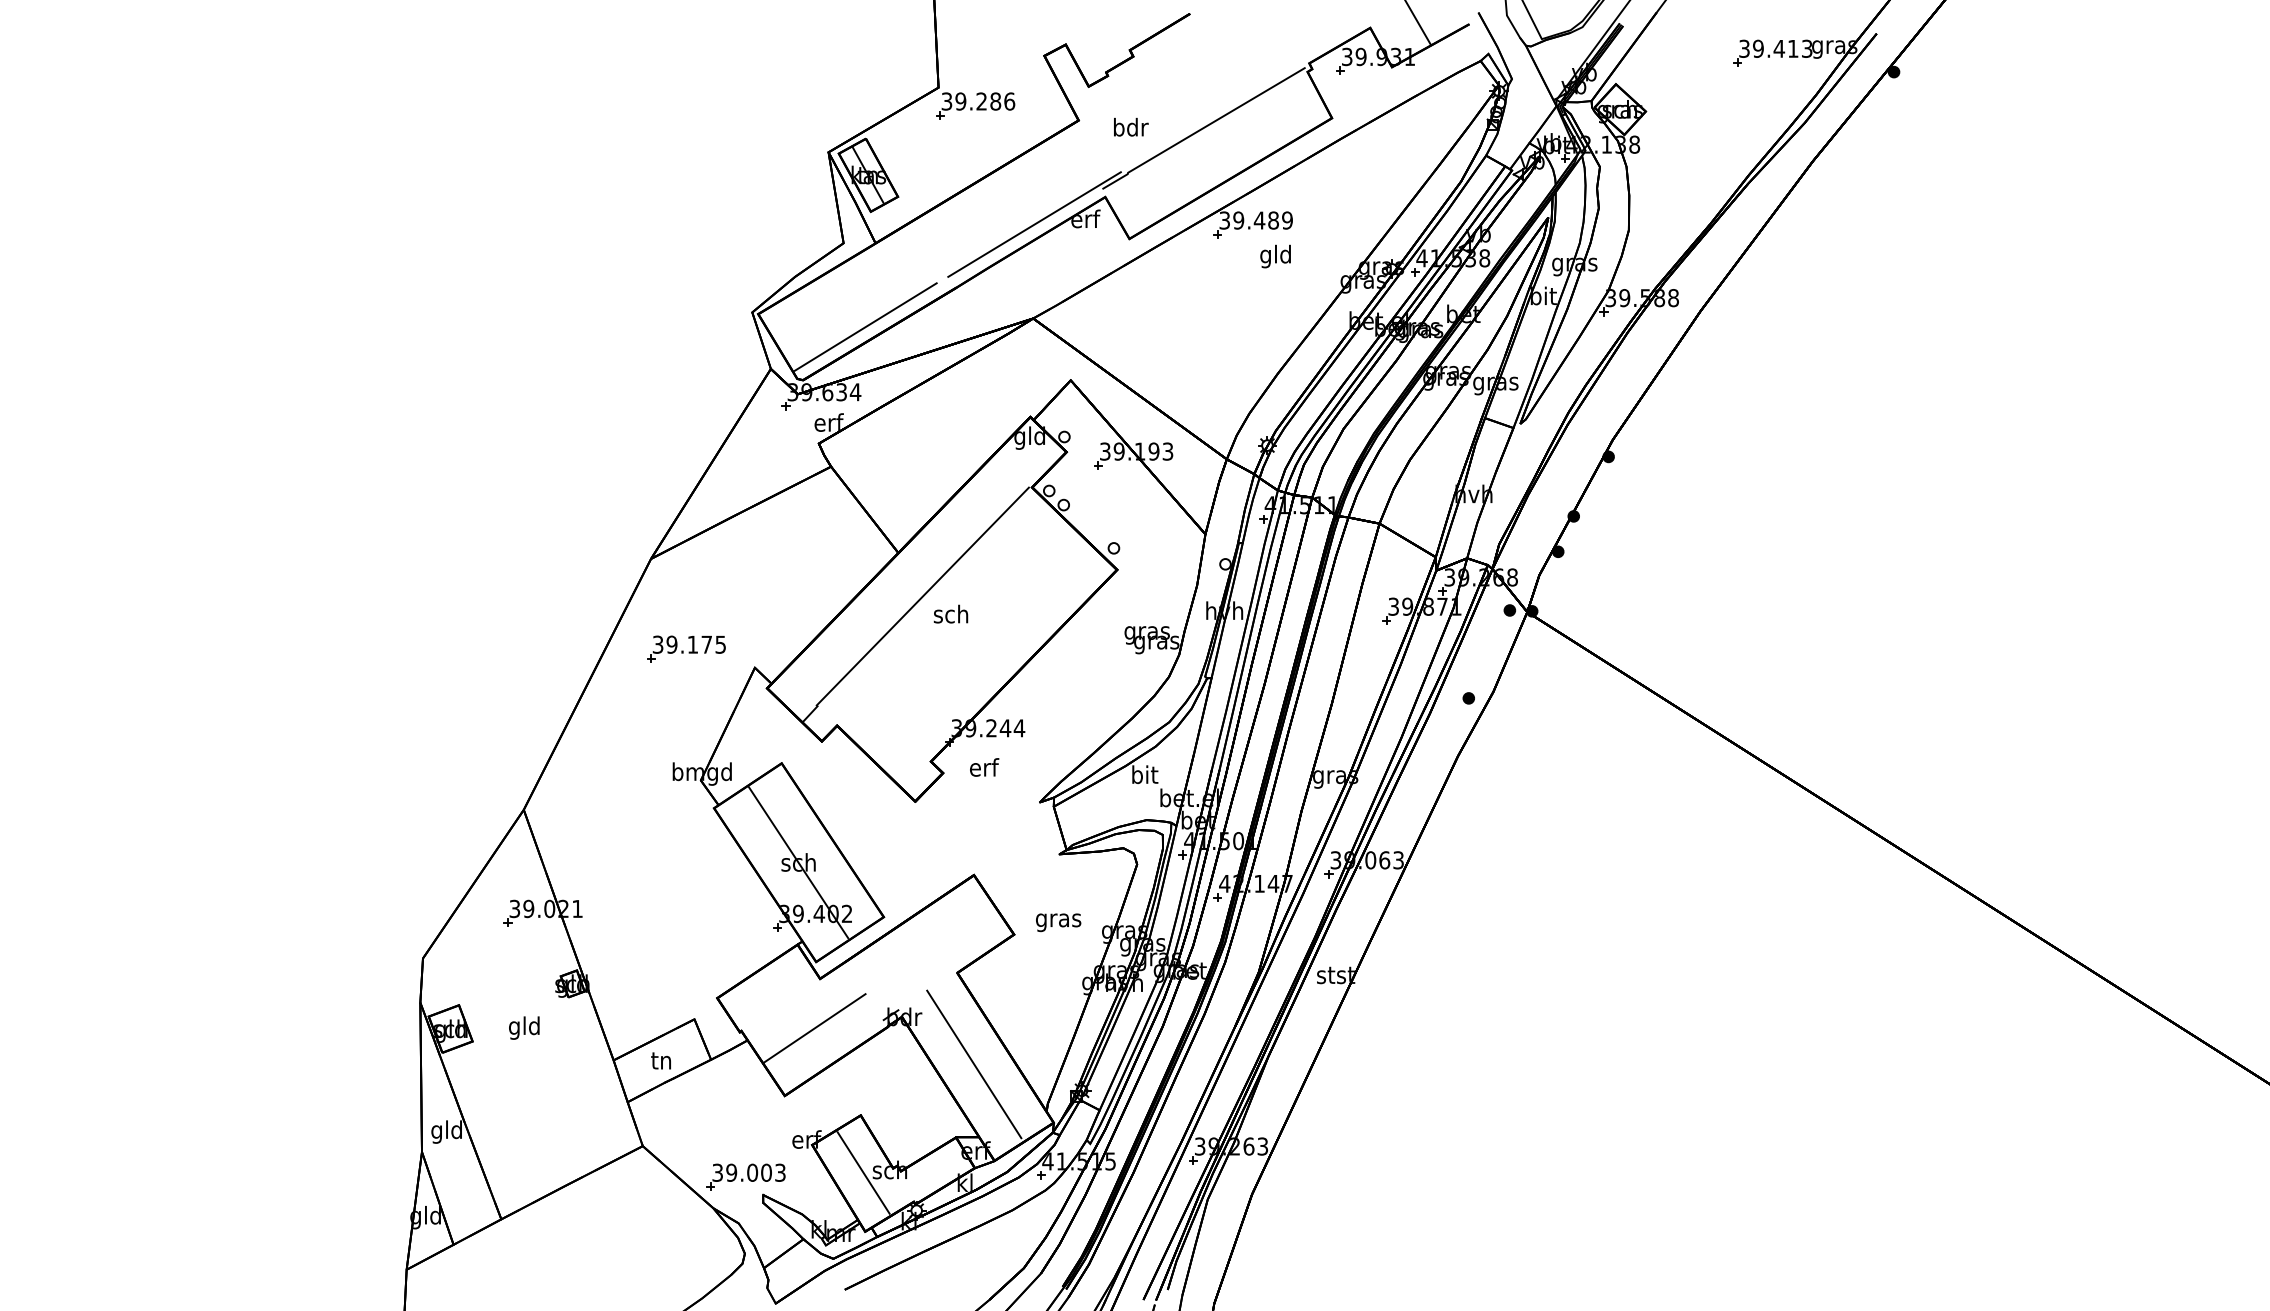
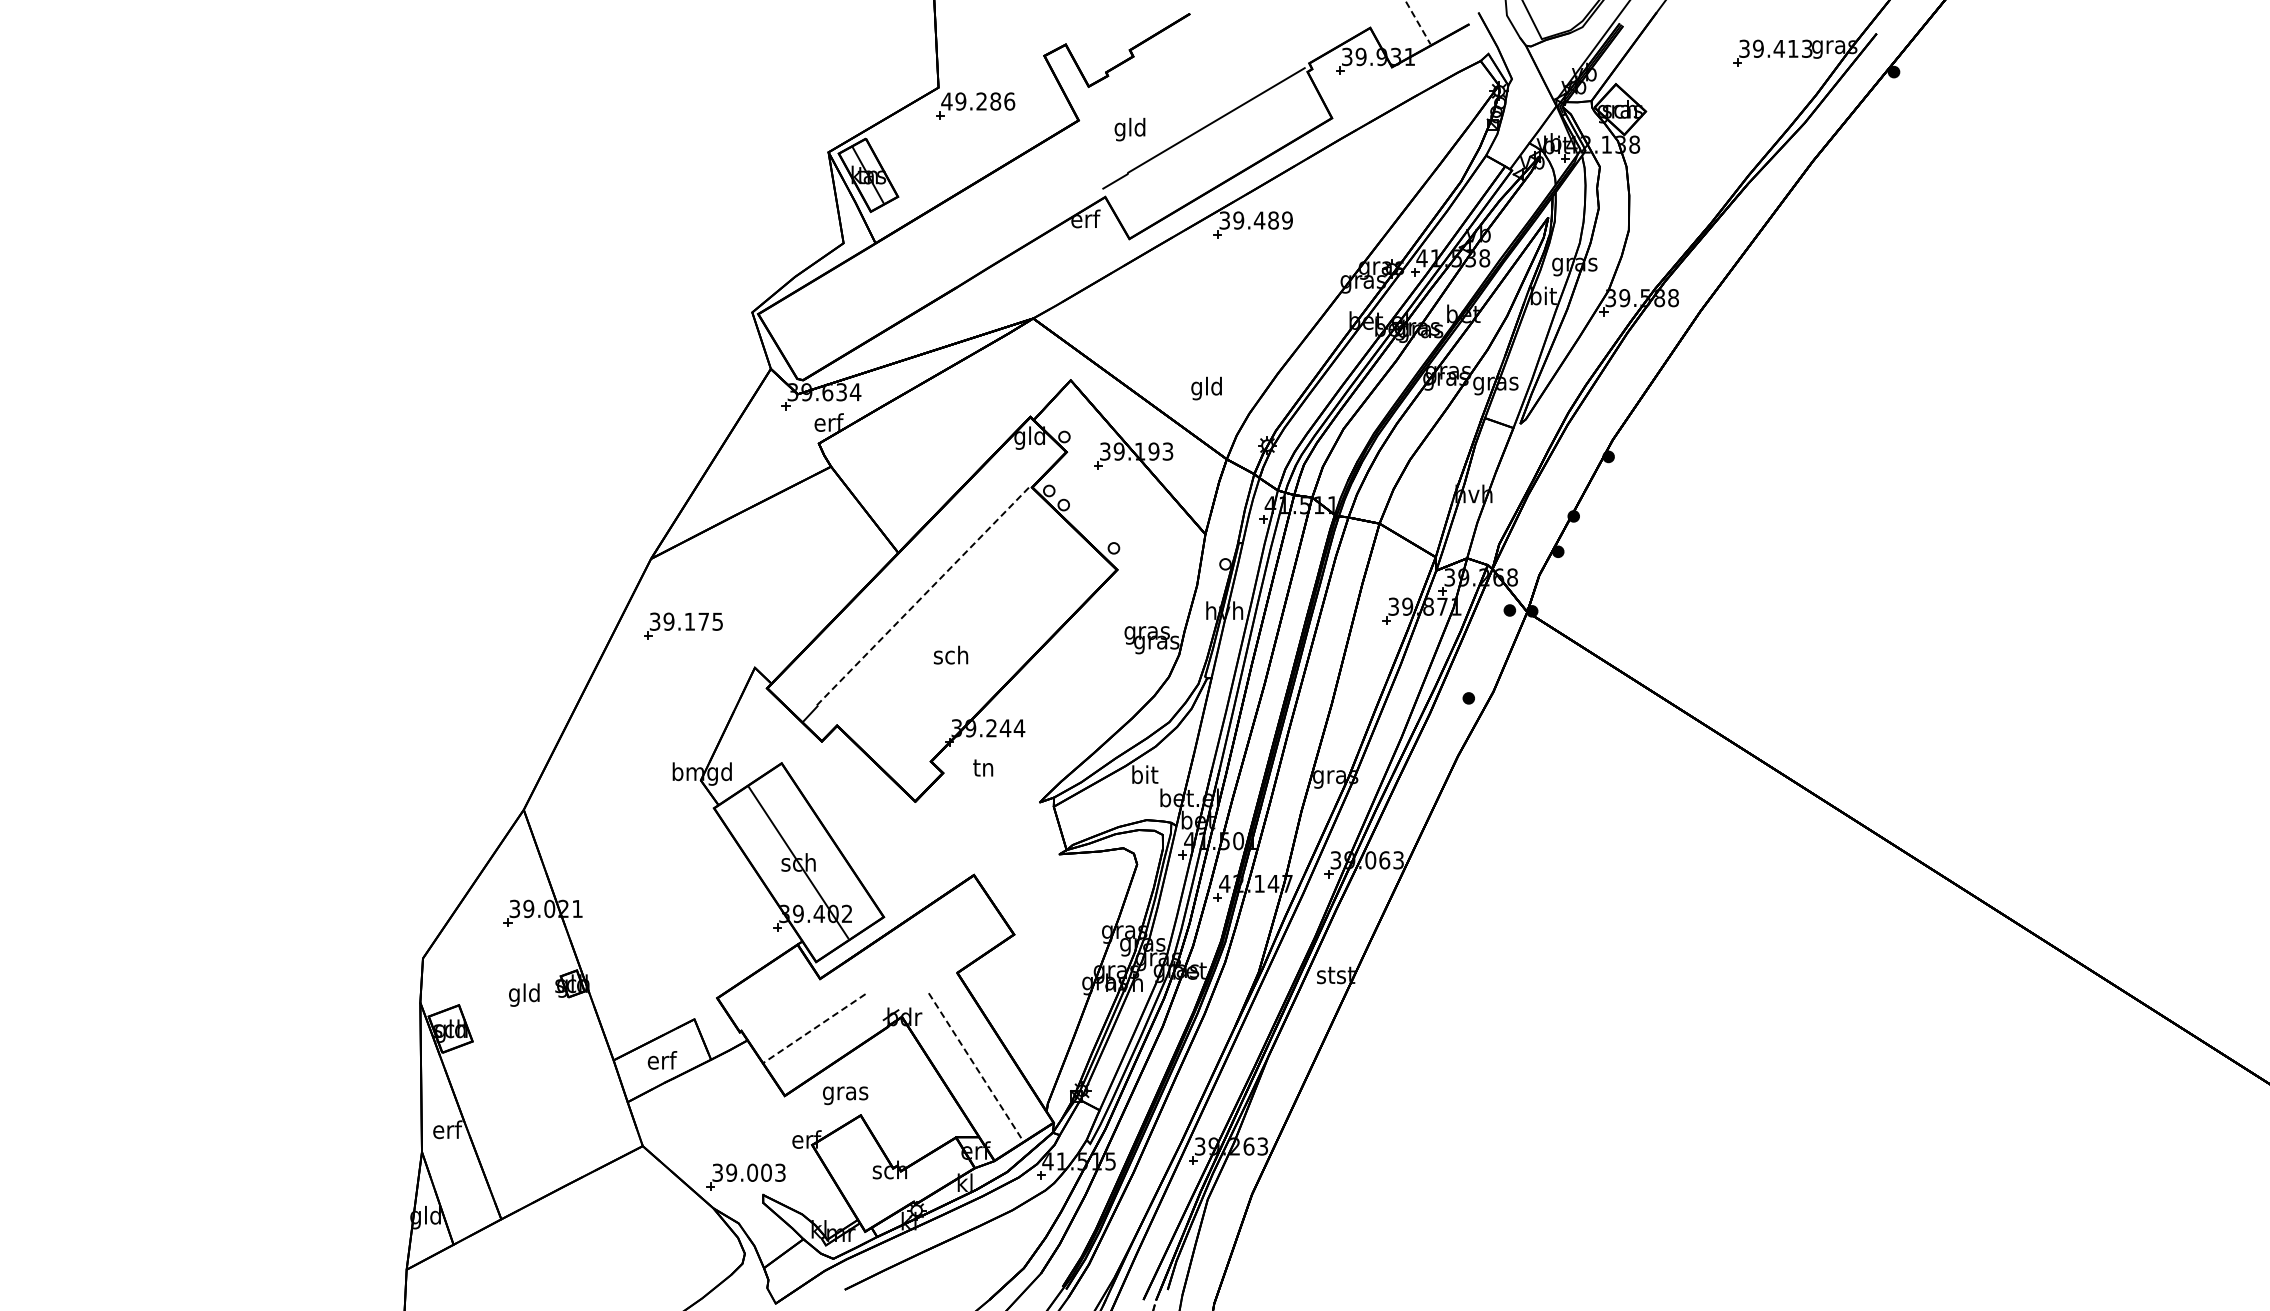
line at (1418, 22): solid -> dashed
text at (946, 101): 39.286 -> 49.286
text at (1131, 129): bdr -> gld
line at (1034, 224): present -> none
text at (1275, 256) position: (1275, 256) -> (1206, 388)
line at (865, 326): present -> none
line at (922, 596): solid -> dashed
text at (950, 613) position: (950, 613) -> (950, 654)
part at (686, 648) position: (686, 648) -> (683, 625)
text at (984, 767): erf -> tn
text at (1058, 922) position: (1058, 922) -> (845, 1095)
text at (524, 1027) position: (524, 1027) -> (524, 994)
line at (814, 1028): solid -> dashed
text at (662, 1060): tn -> erf
line at (974, 1064): solid -> dashed
text at (446, 1131): gld -> erf
line at (863, 1172): present -> none
